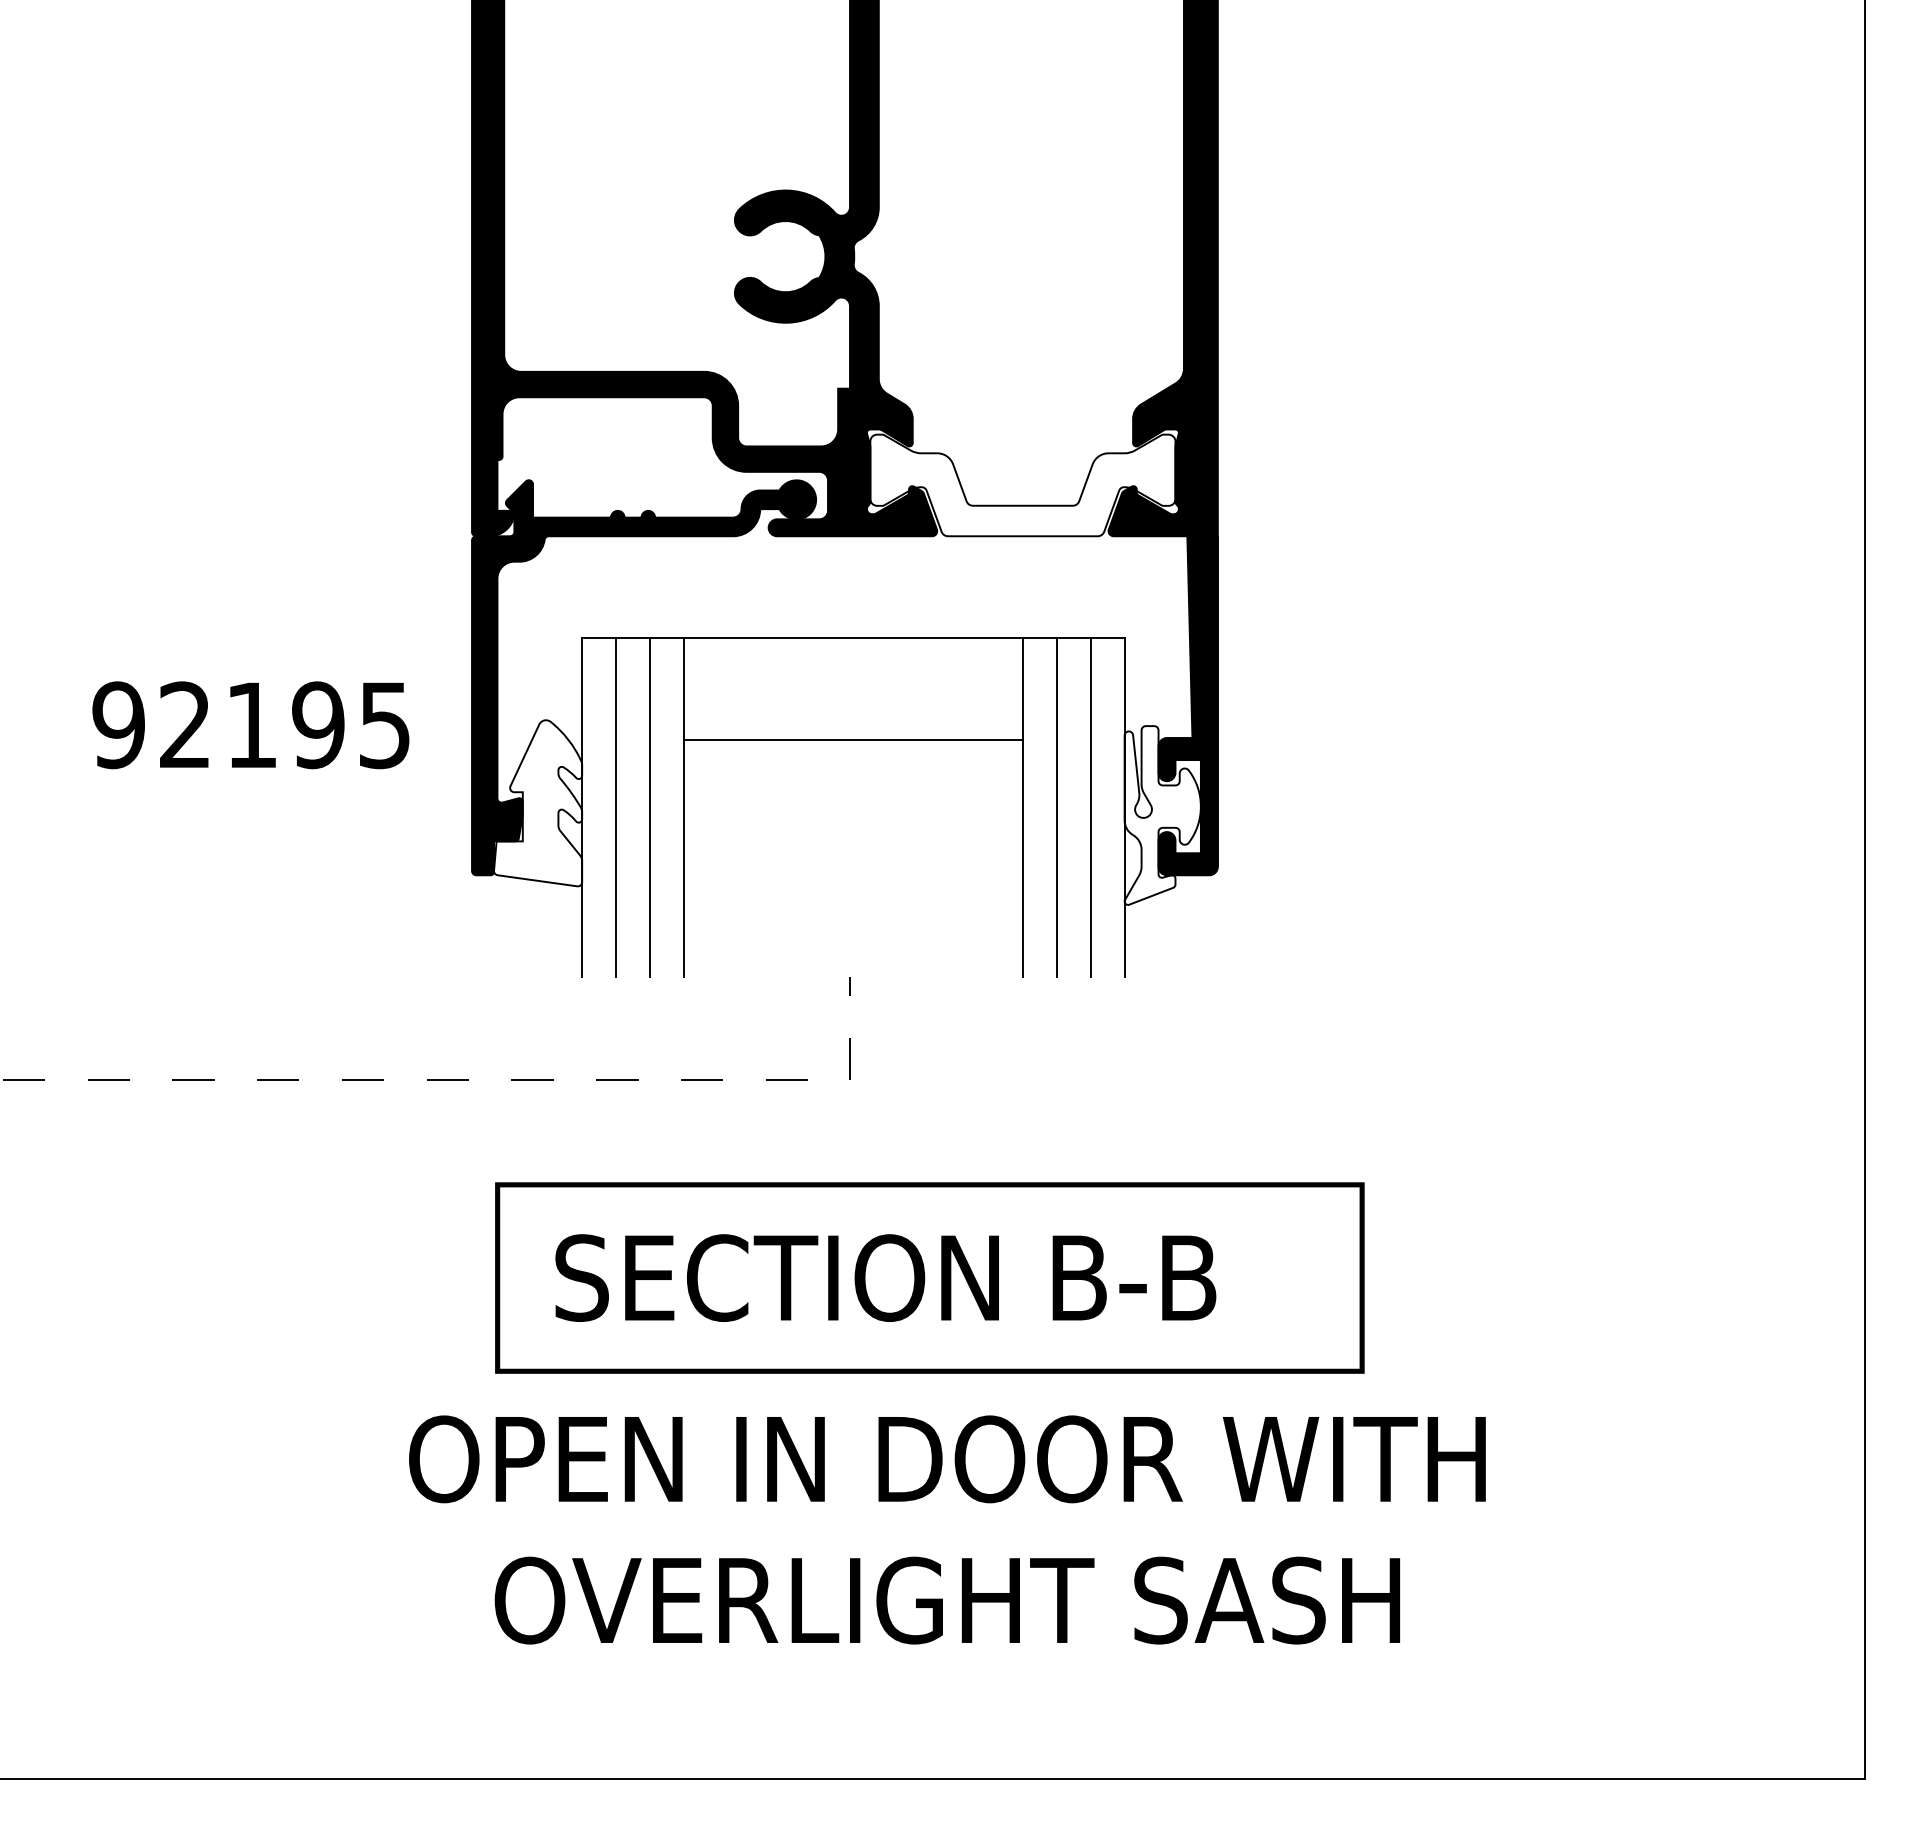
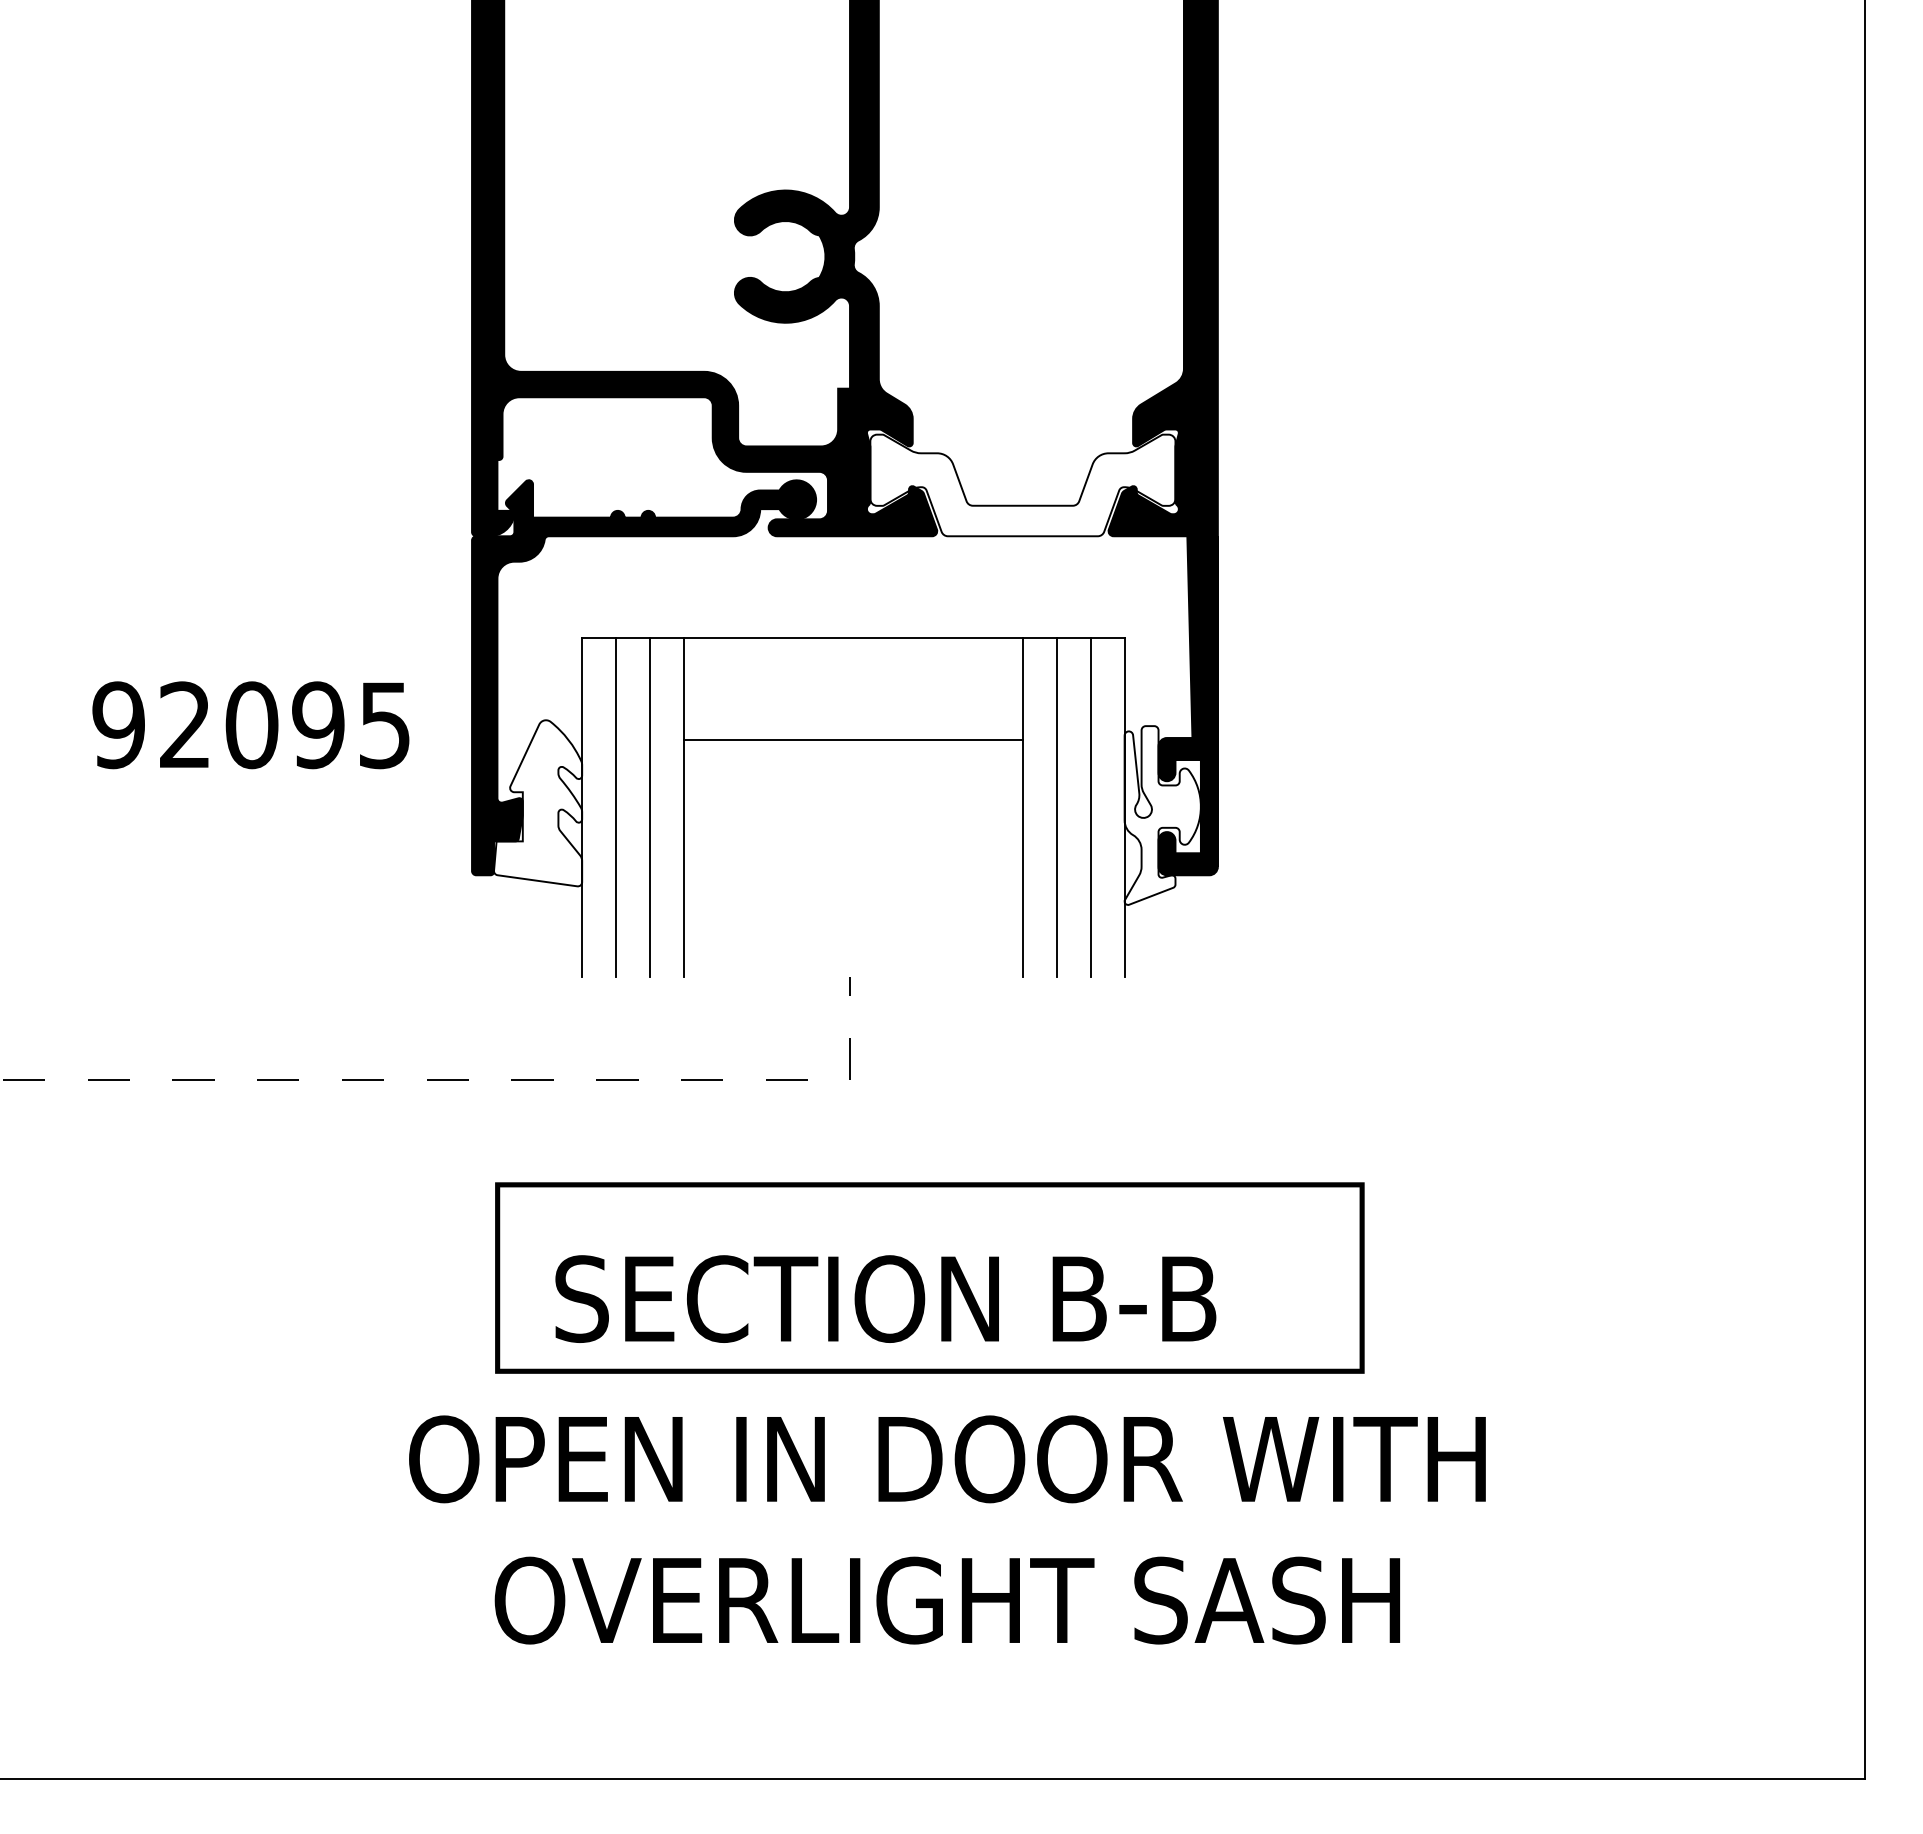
text at (251, 725): 92195 -> 92095
text at (885, 1277) position: (885, 1277) -> (885, 1298)
